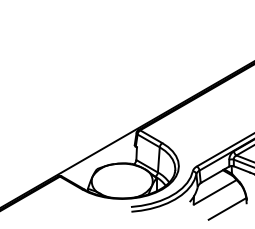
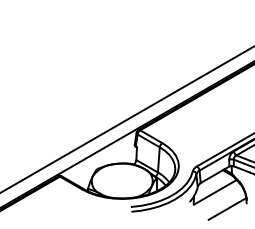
line at (126, 119): none -> present
